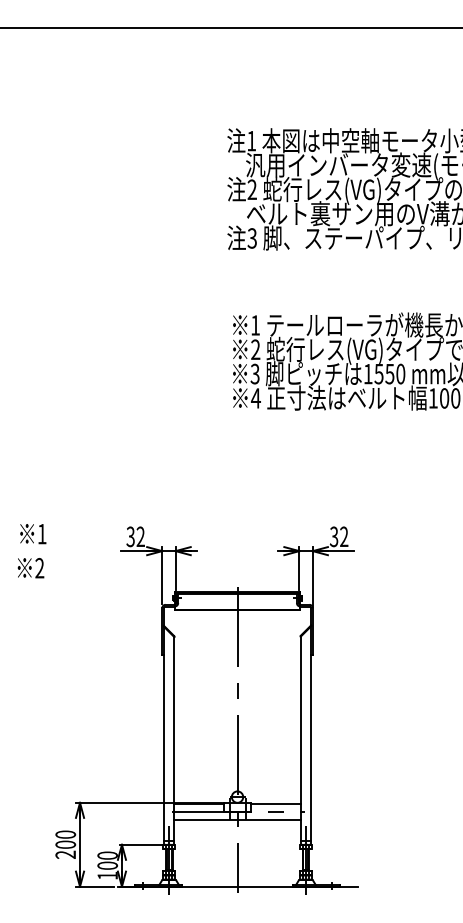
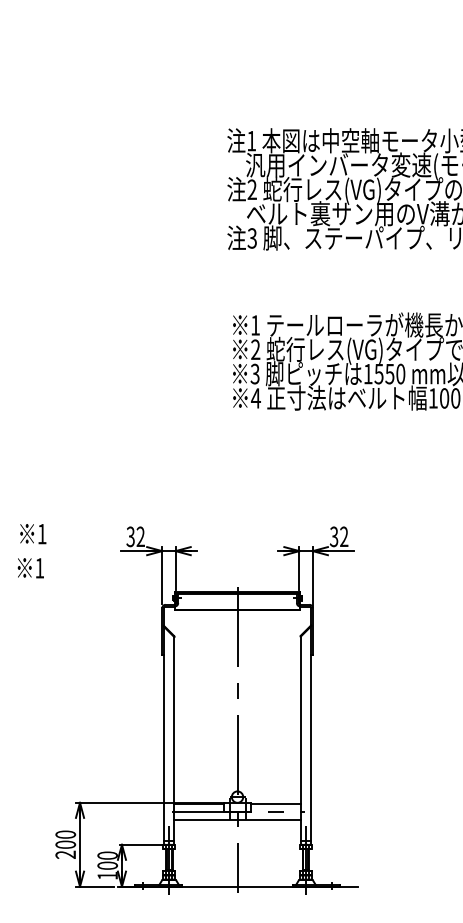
line at (230, 27): present -> none
text at (39, 568): 2 -> 1
